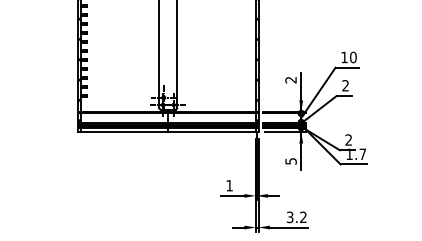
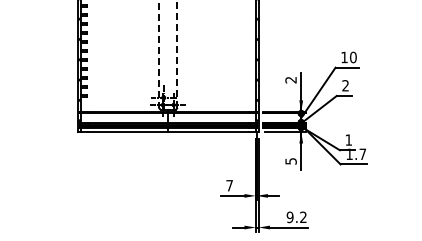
line at (177, 53): solid -> dashed
line at (159, 54): solid -> dashed
text at (348, 139): 2 -> 1
text at (229, 185): 1 -> 7
text at (289, 216): 3.2 -> 9.2
